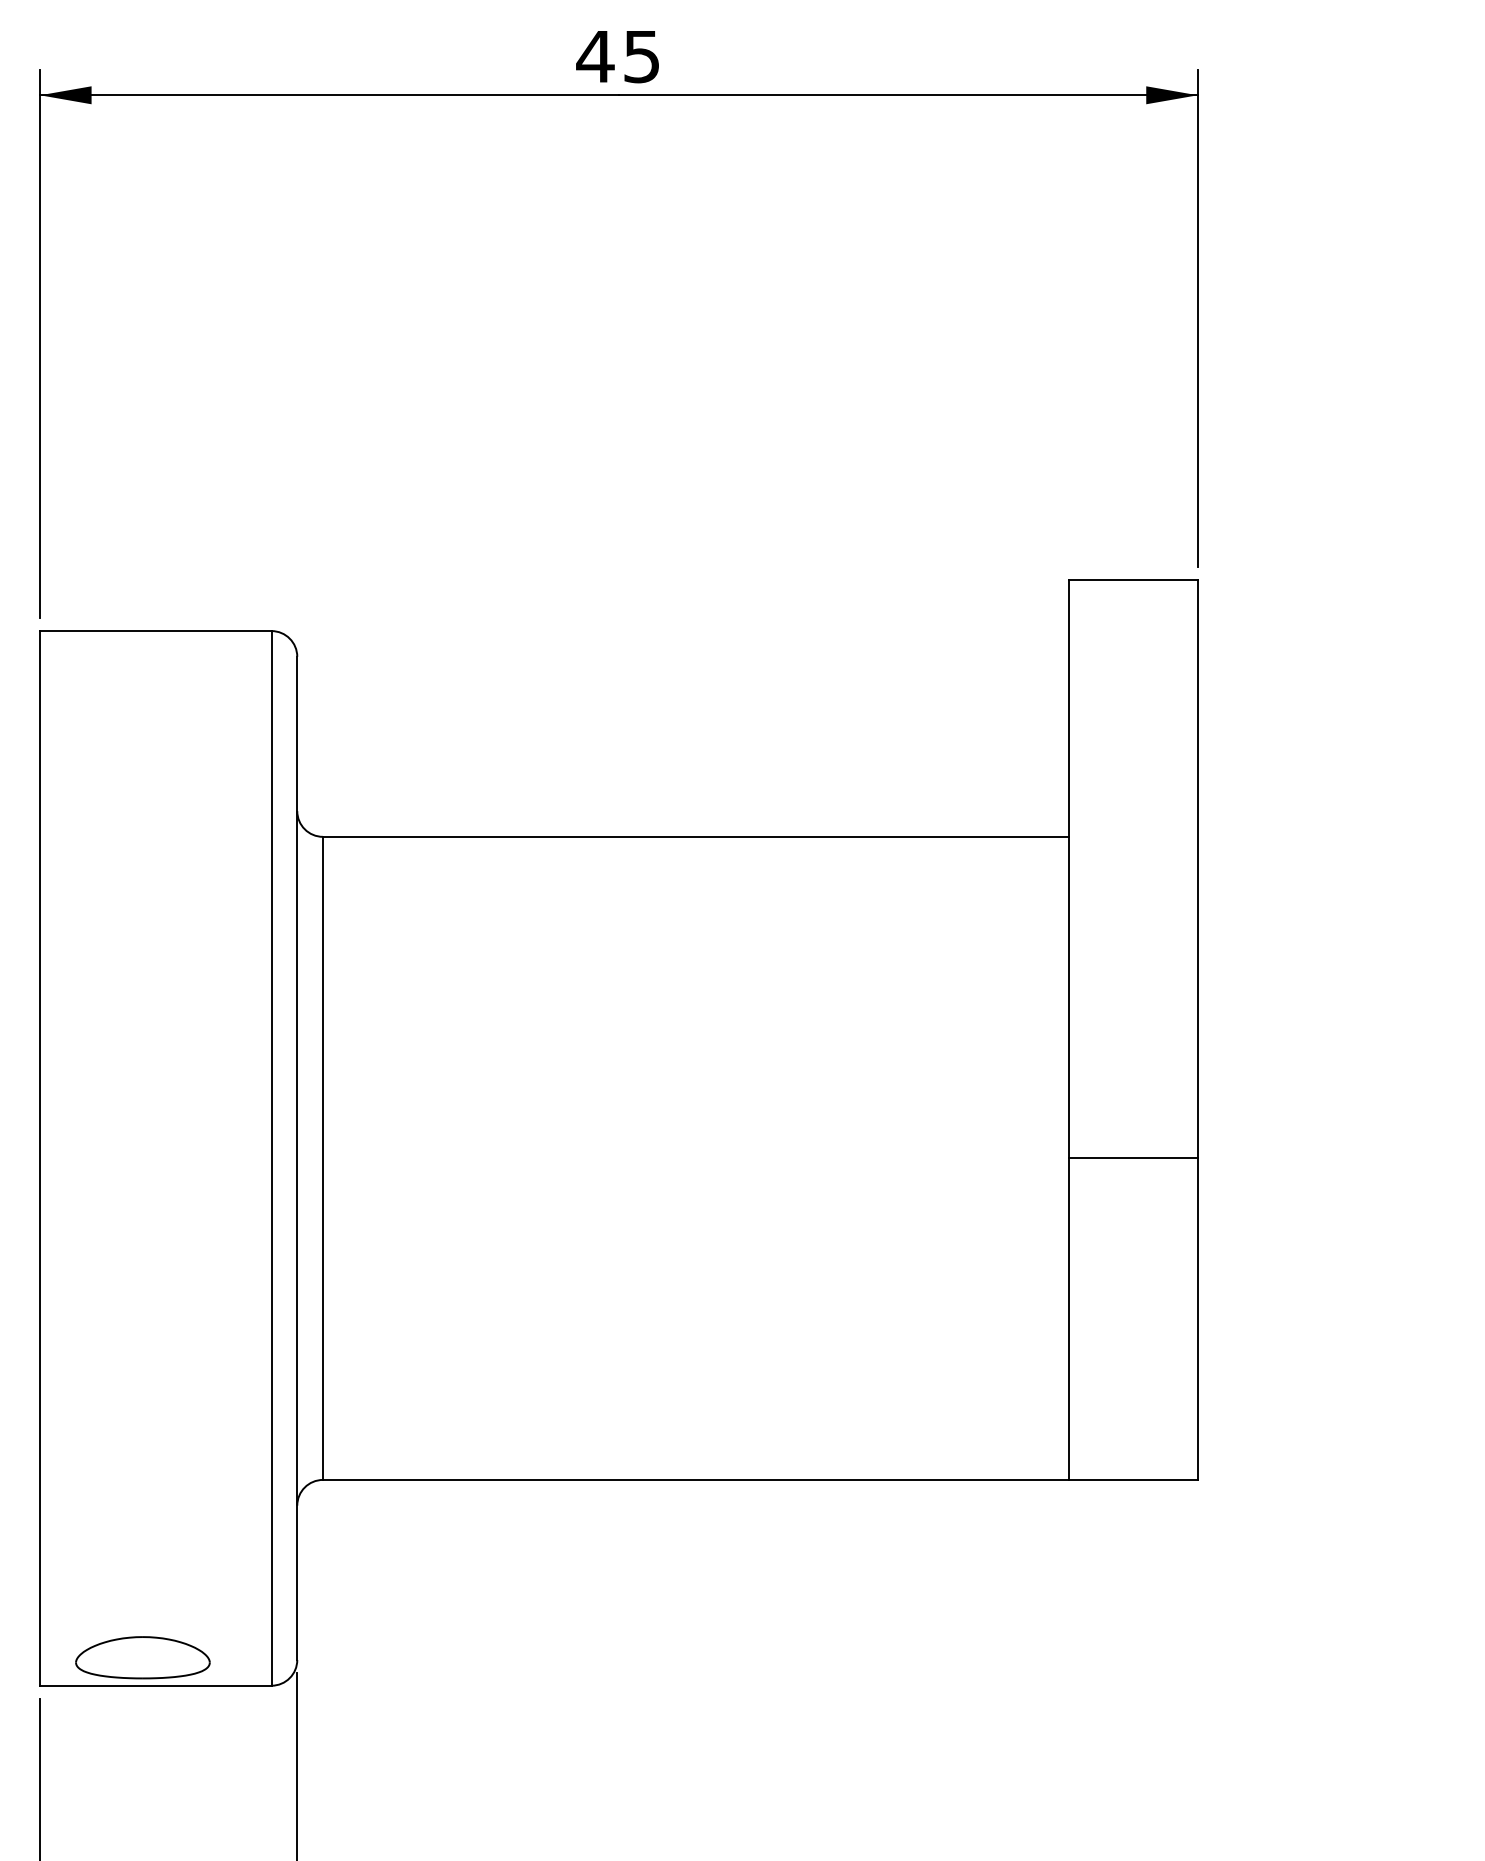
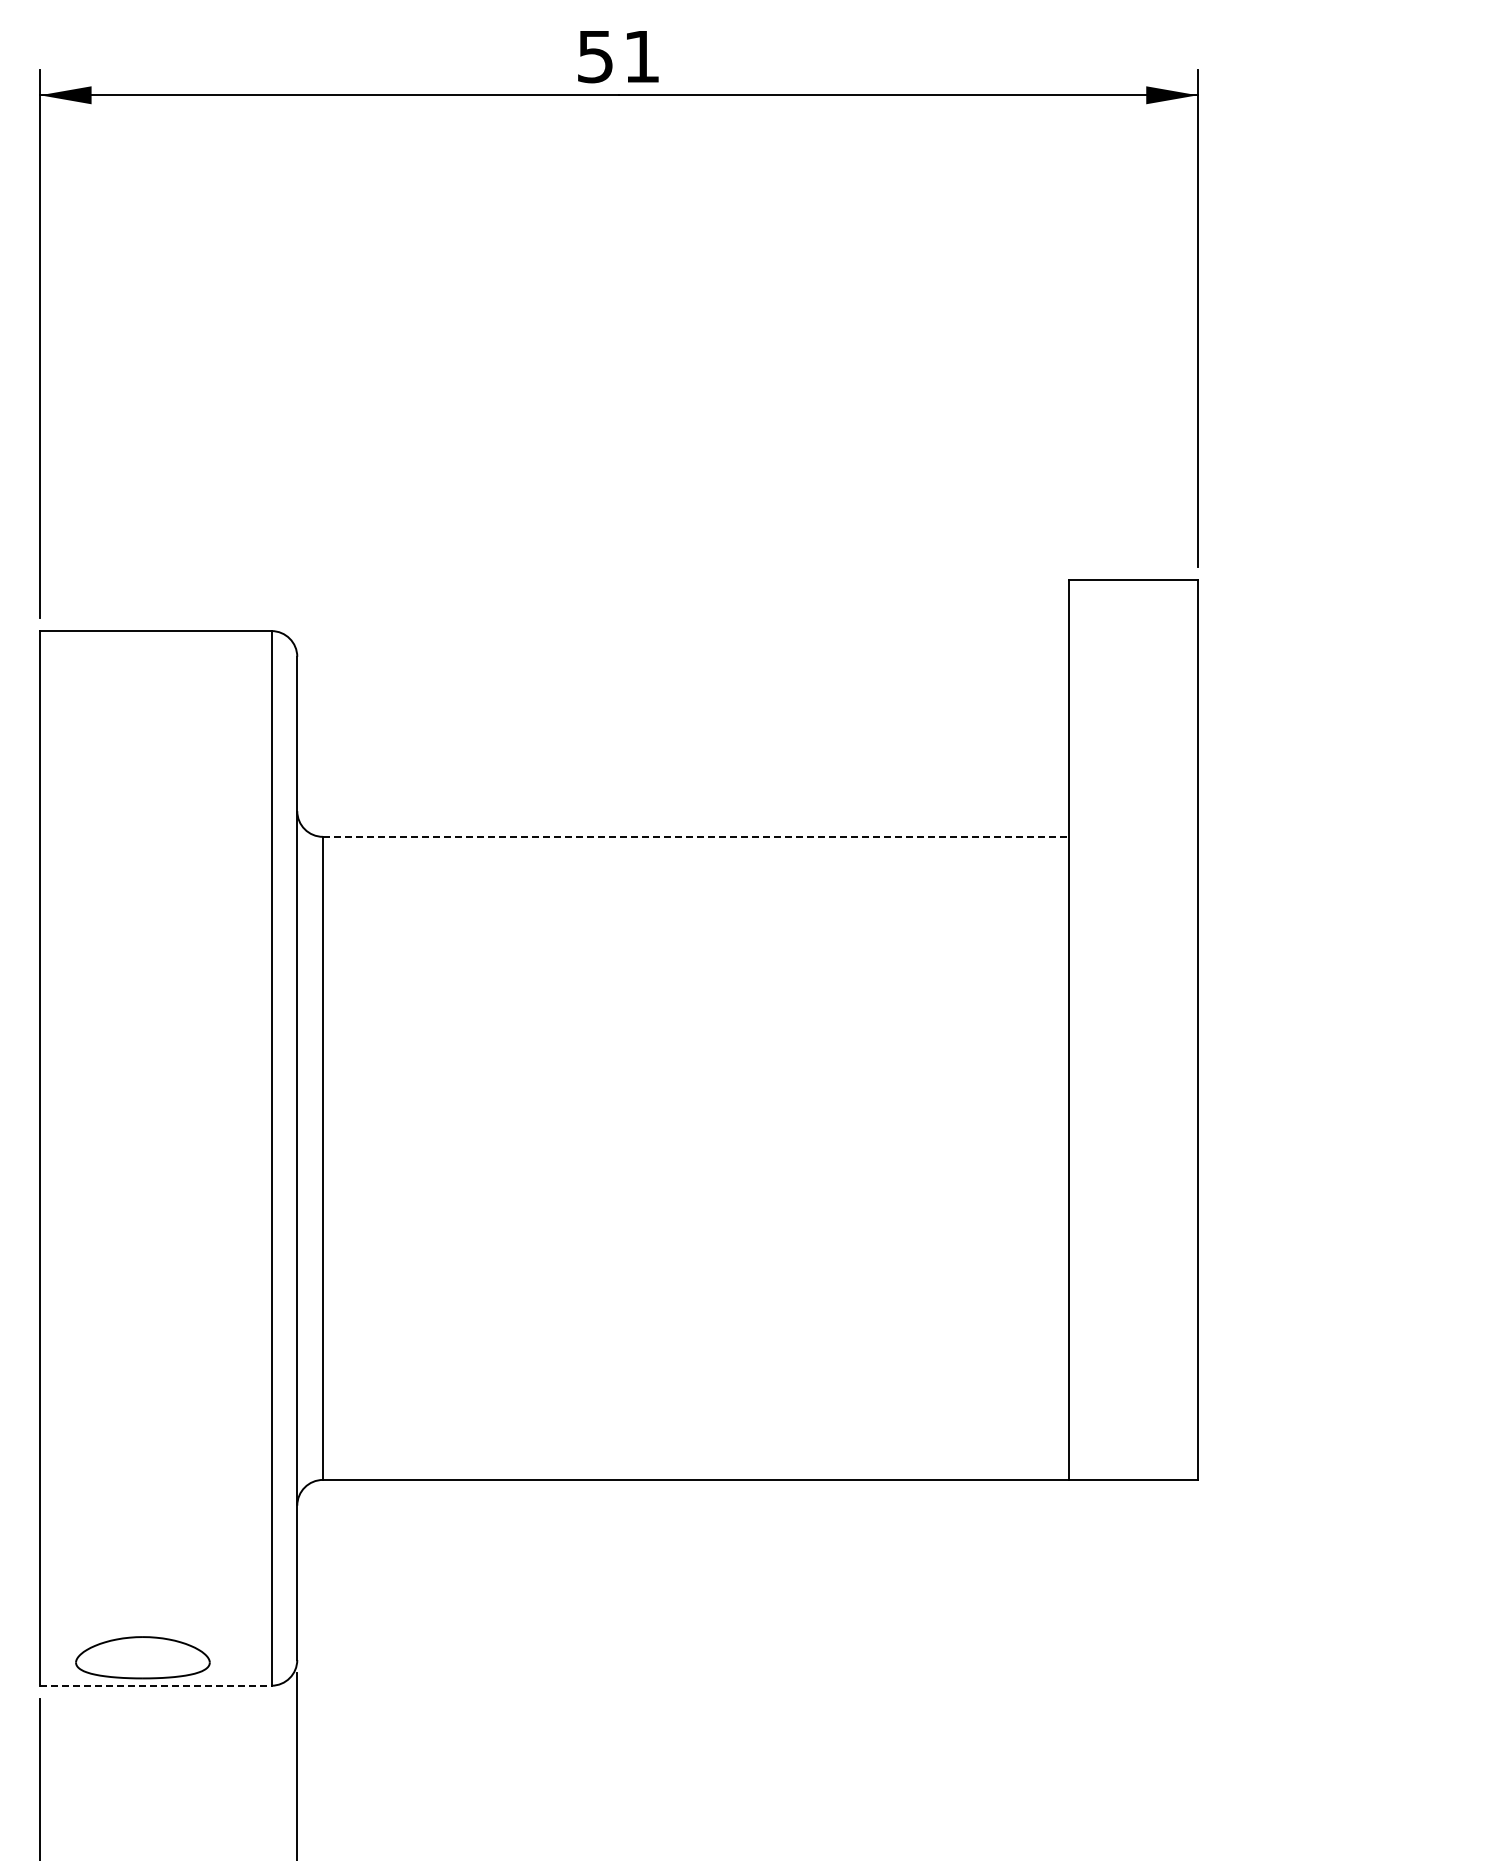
text at (617, 57): 45 -> 51
line at (695, 836): solid -> dashed
line at (1132, 1158): present -> none
line at (155, 1685): solid -> dashed
